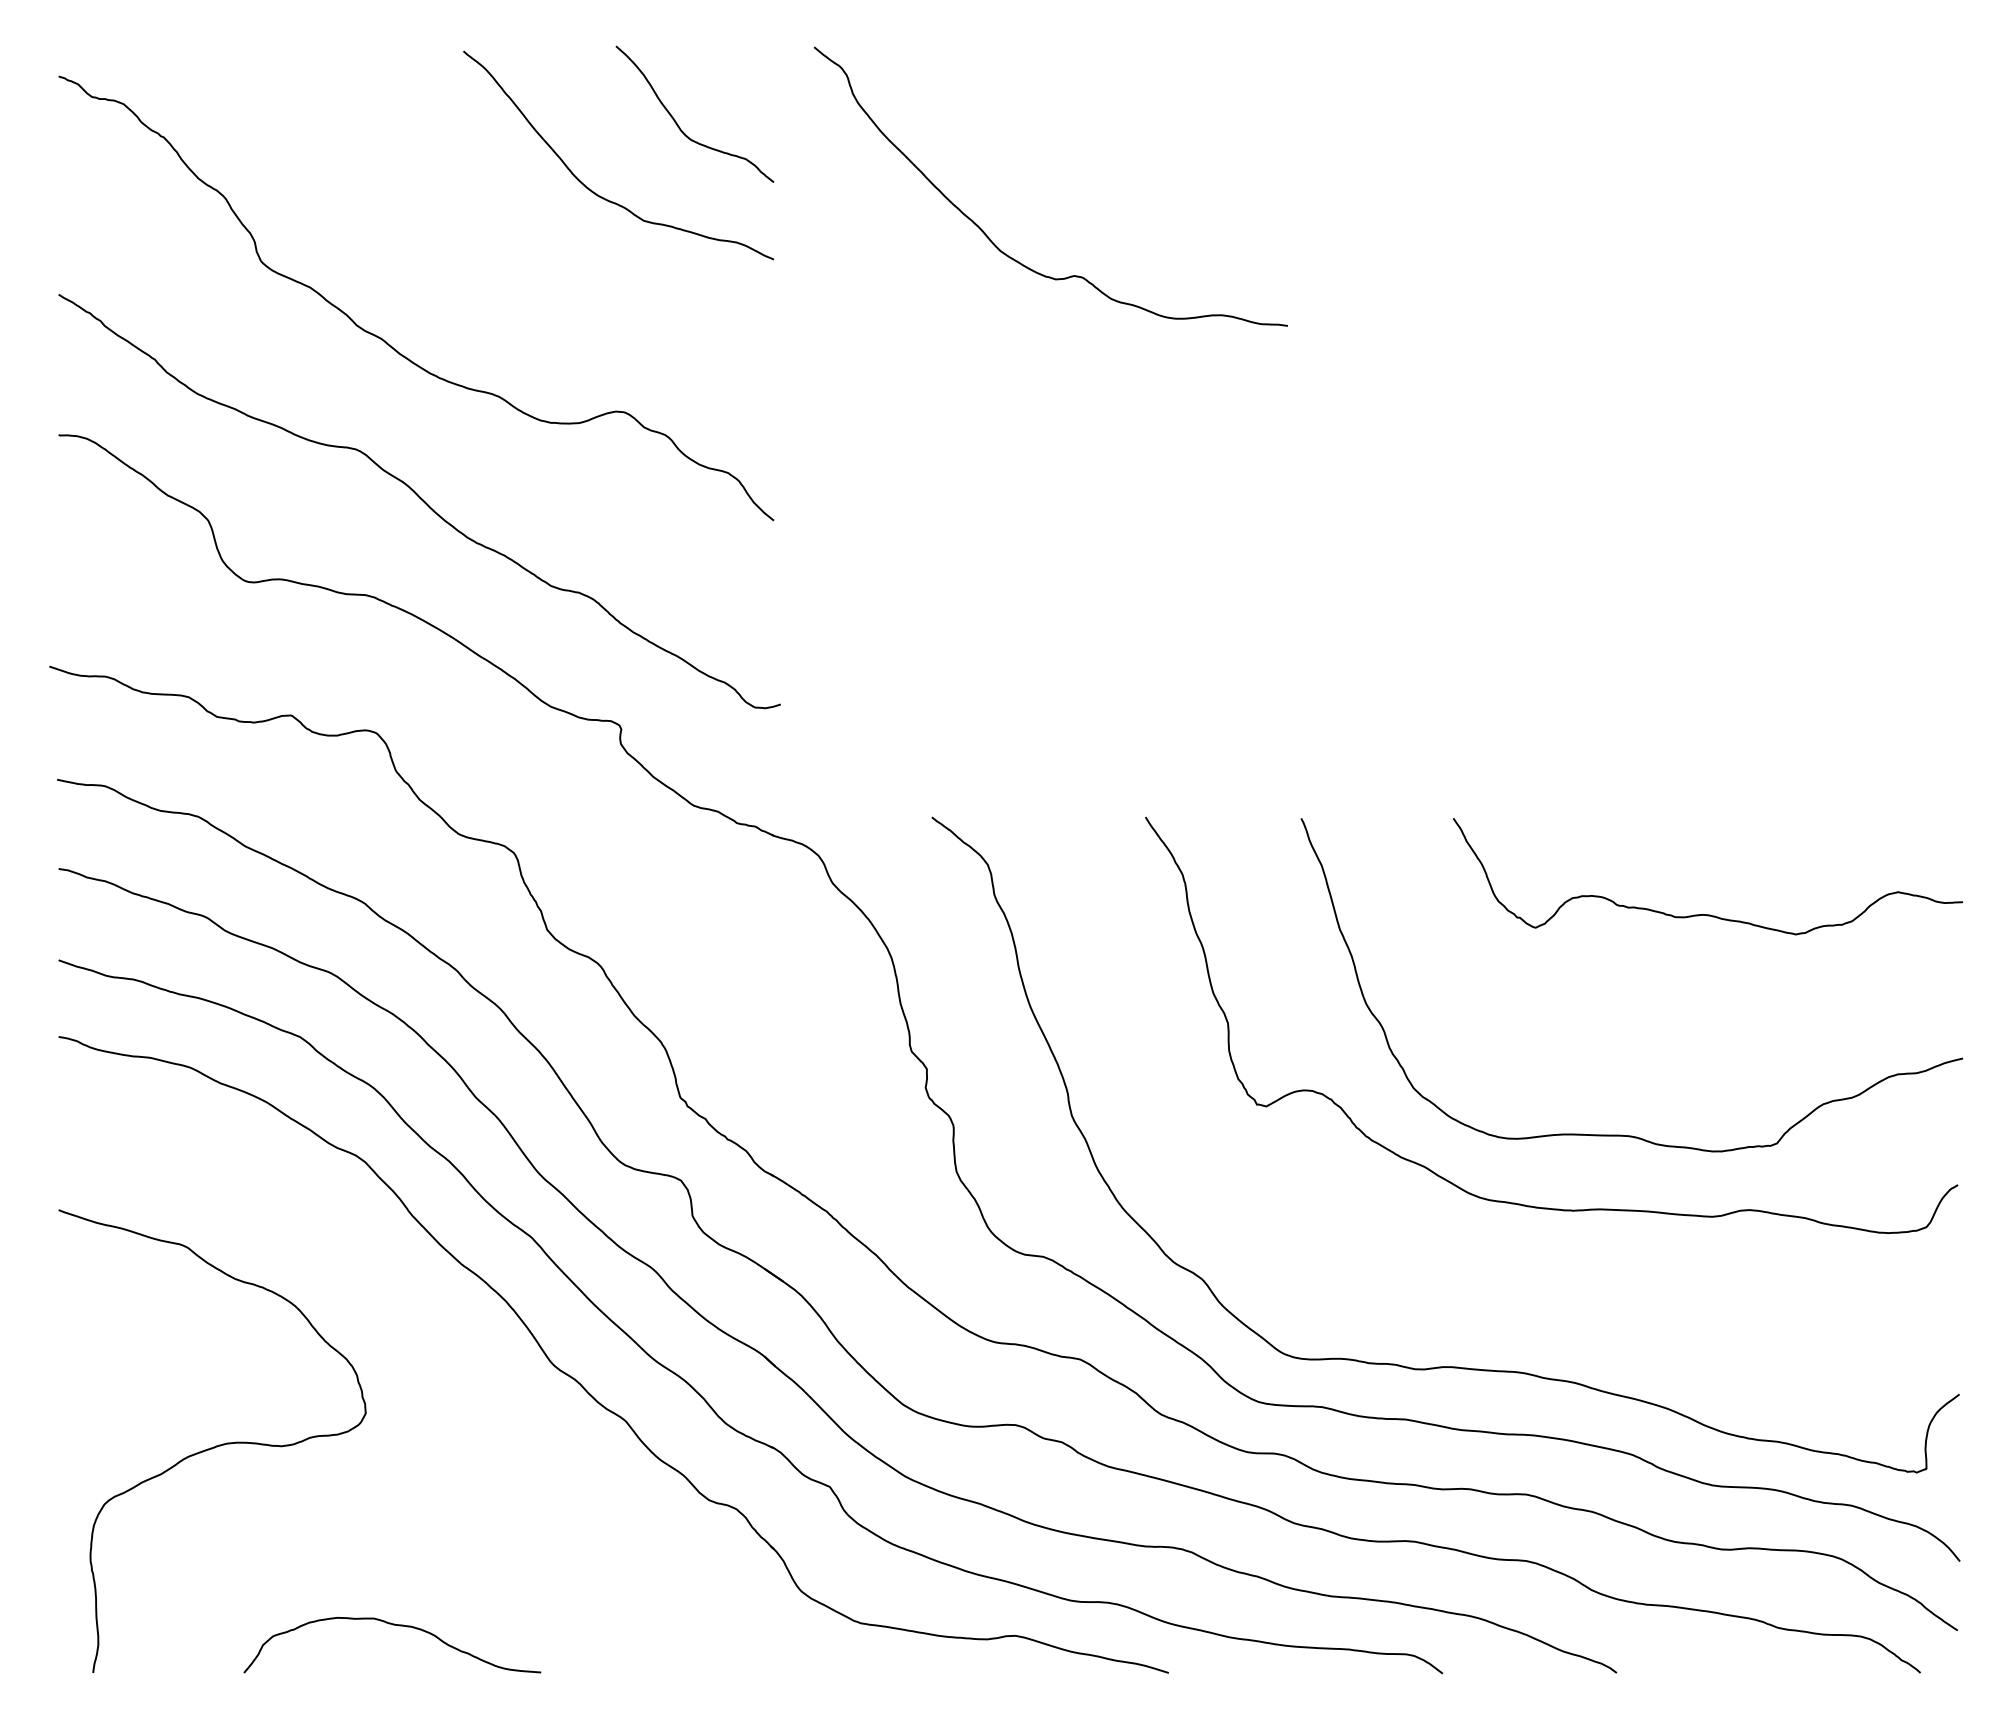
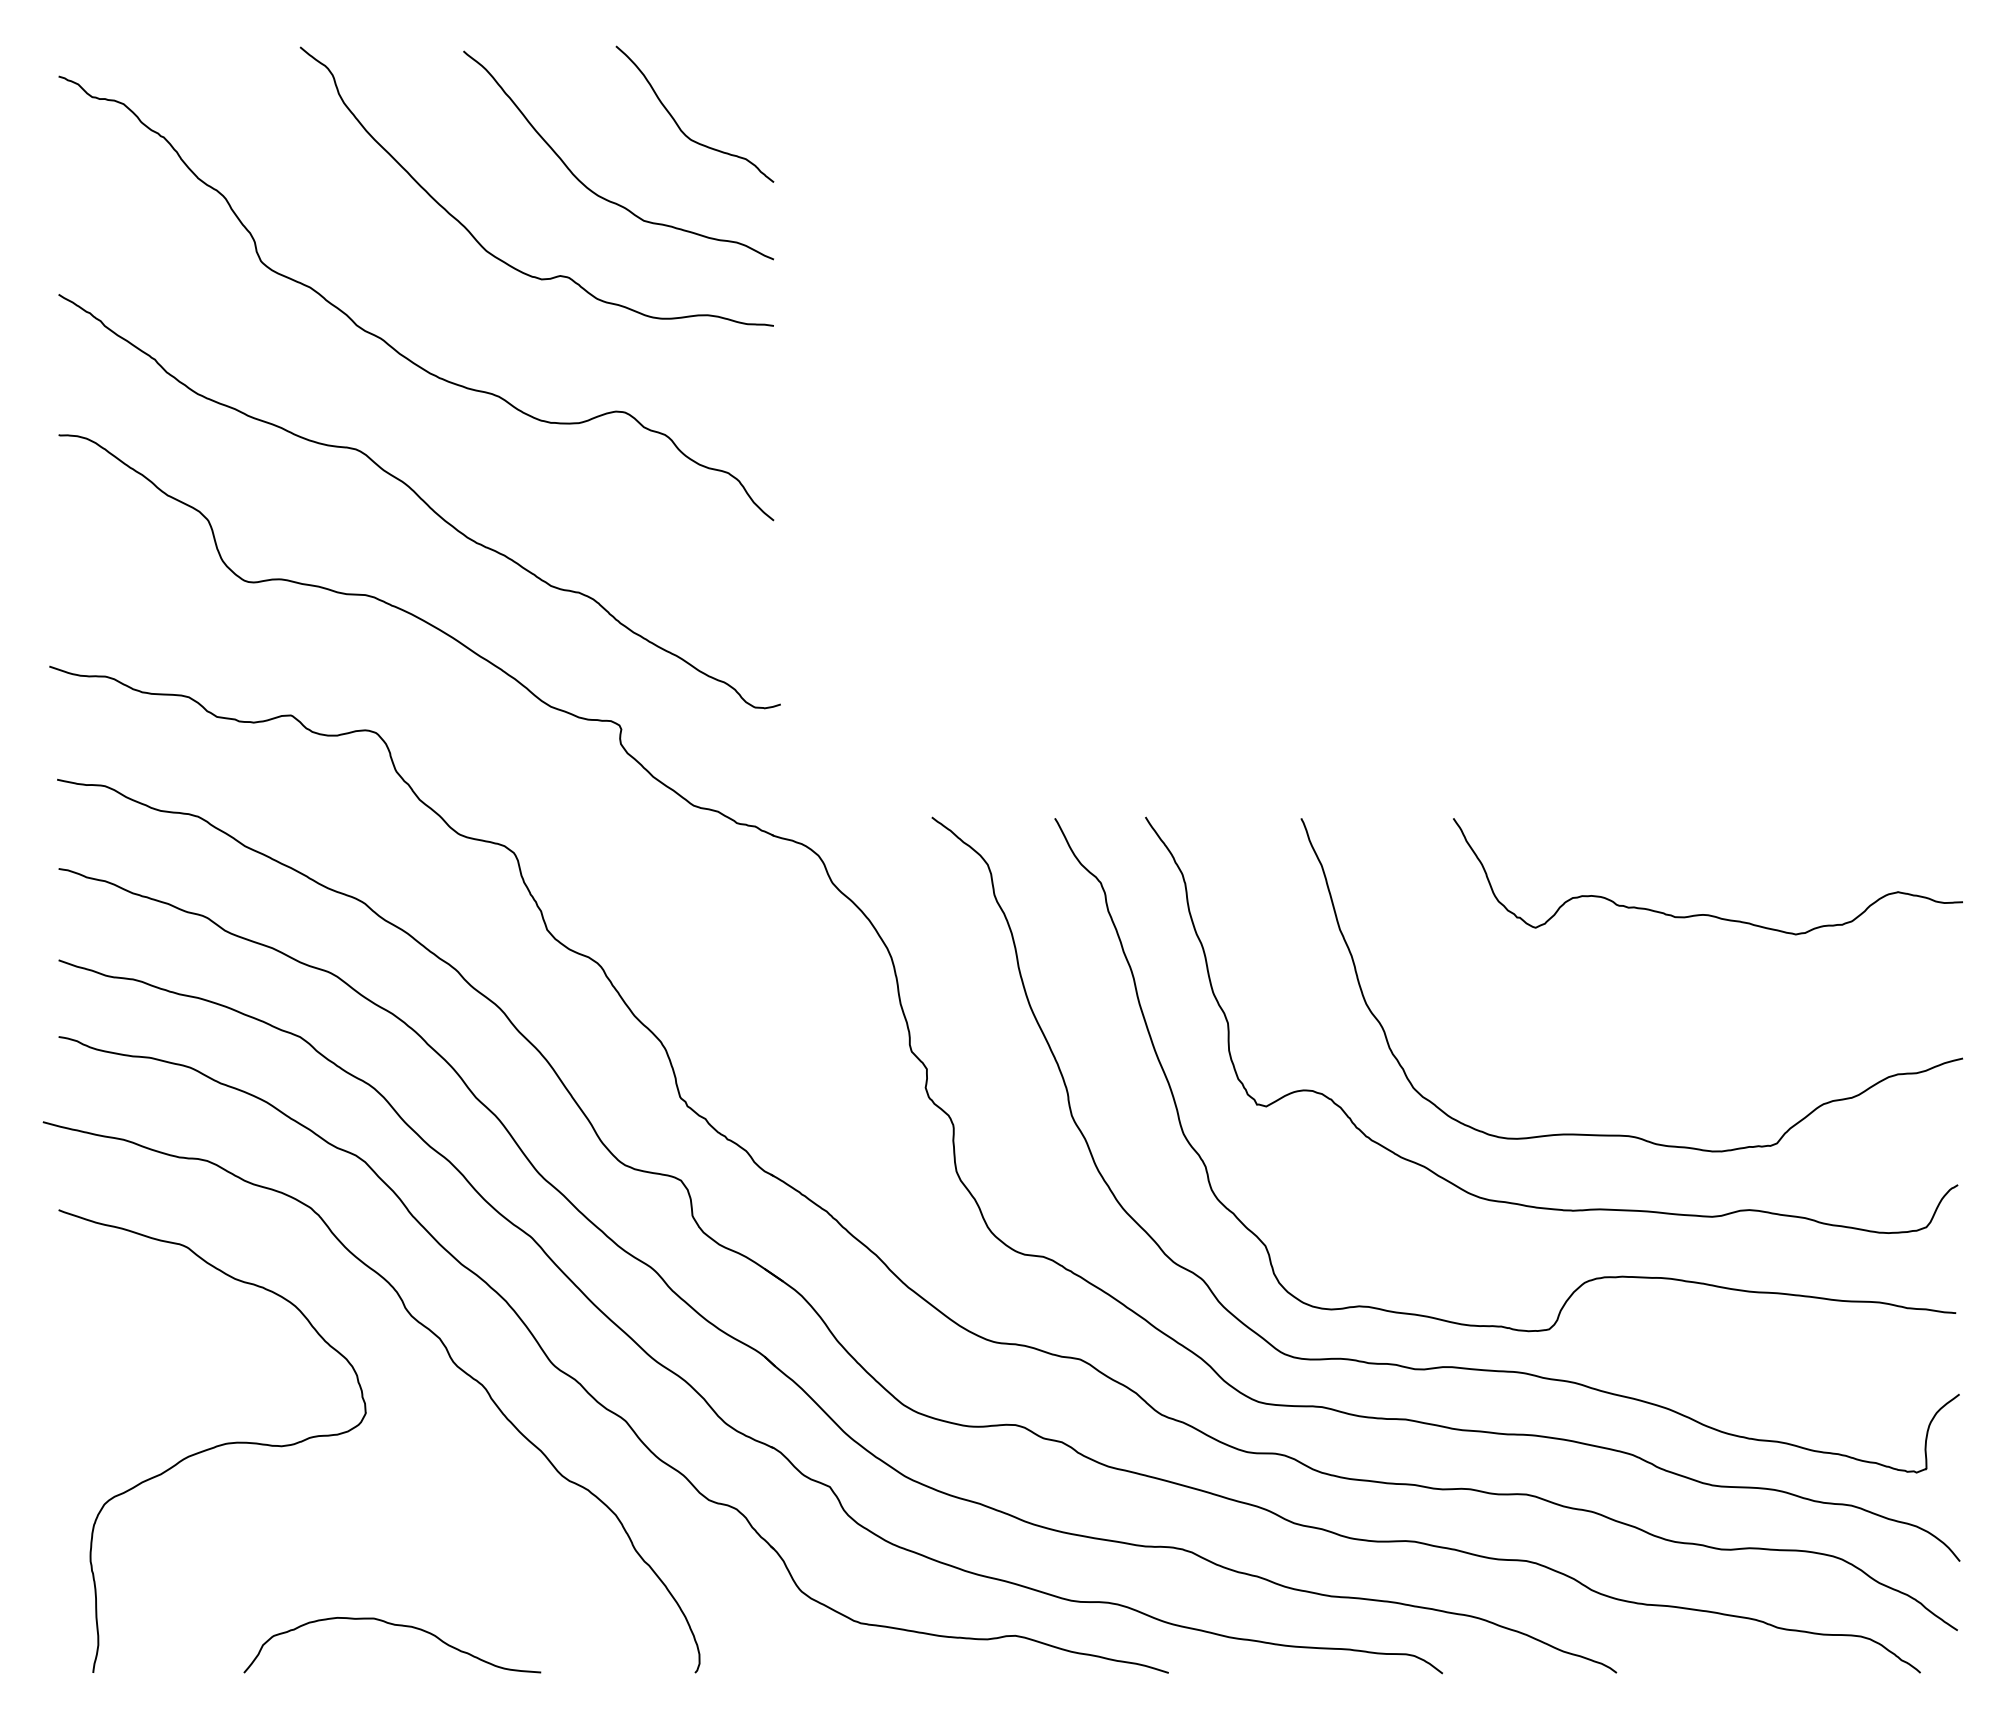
curve at (990, 238) position: (990, 238) -> (476, 238)
curve at (1589, 1279): none -> present
curve at (425, 1328): none -> present
